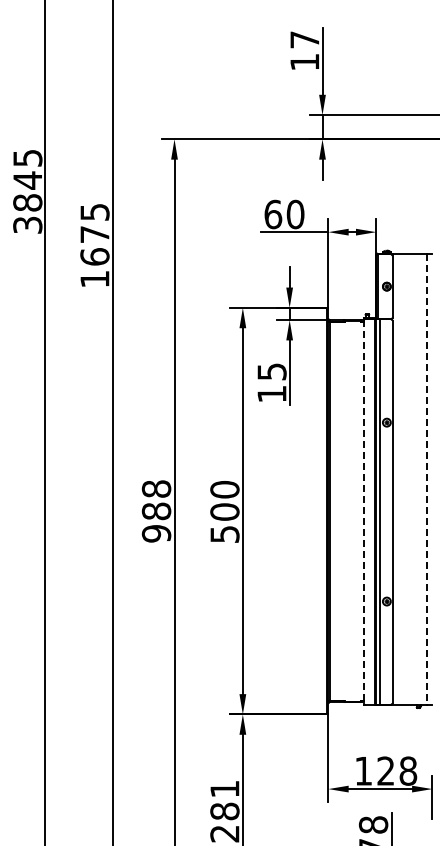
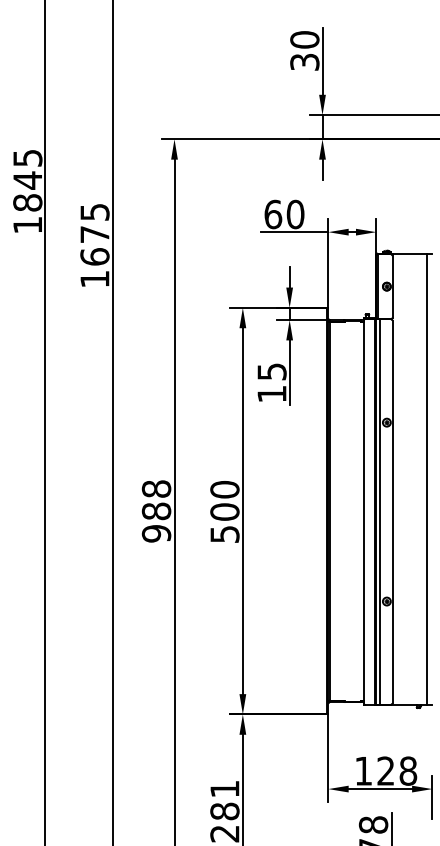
text at (304, 50): 17 -> 30
text at (27, 224): 3845 -> 1845
line at (426, 480): dashed -> solid
line at (364, 511): dashed -> solid
